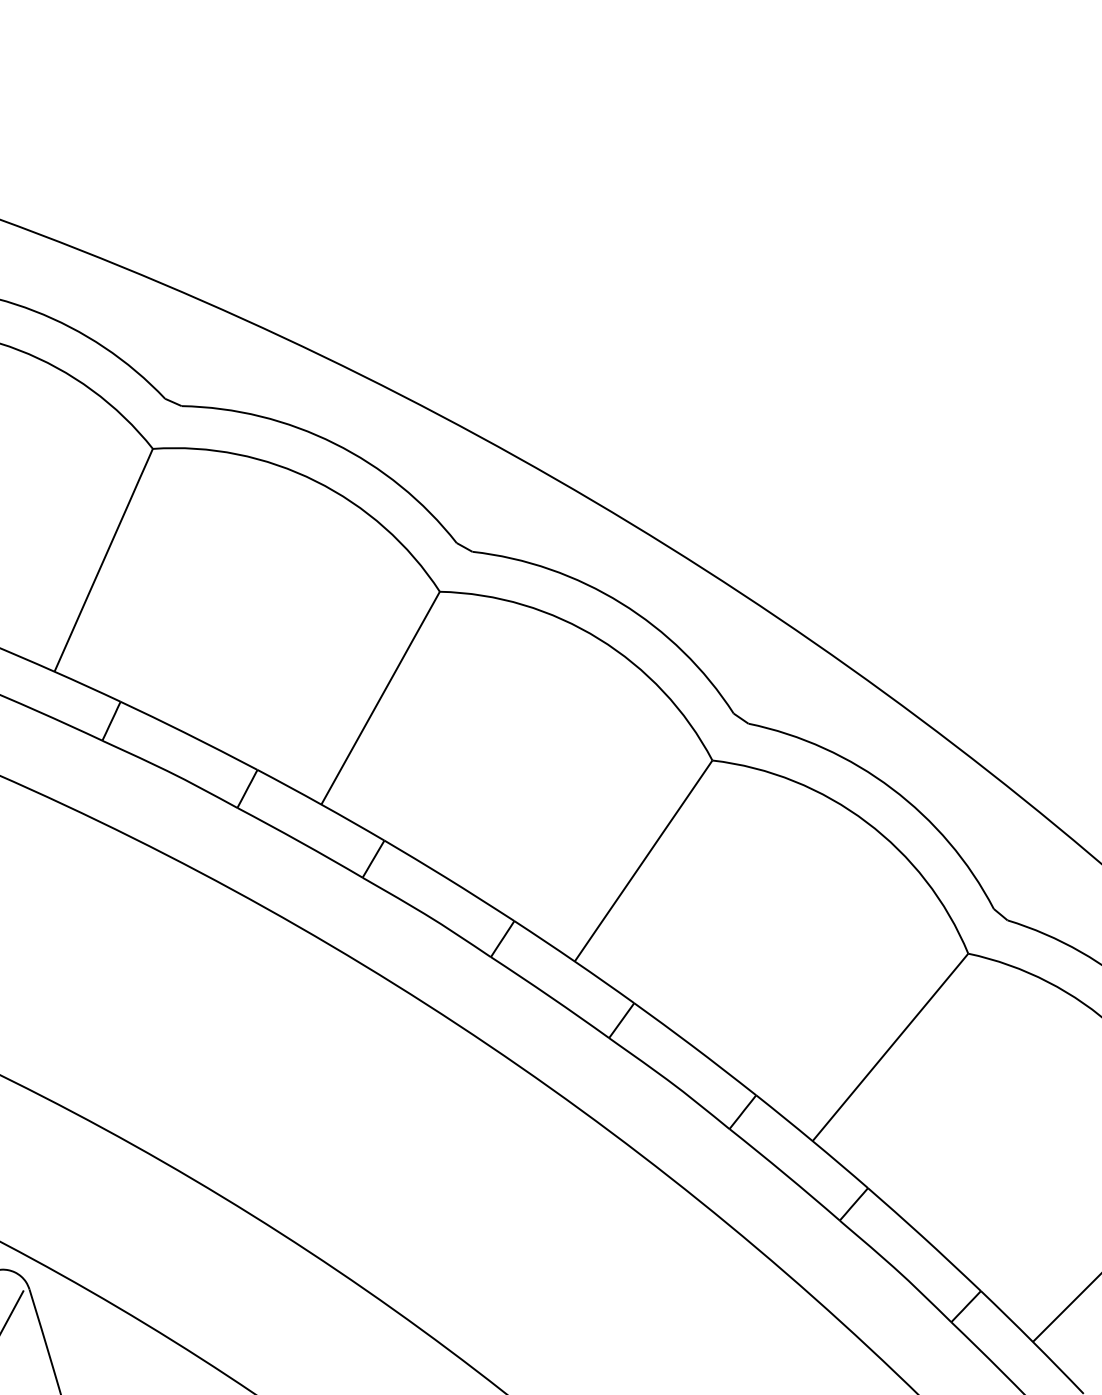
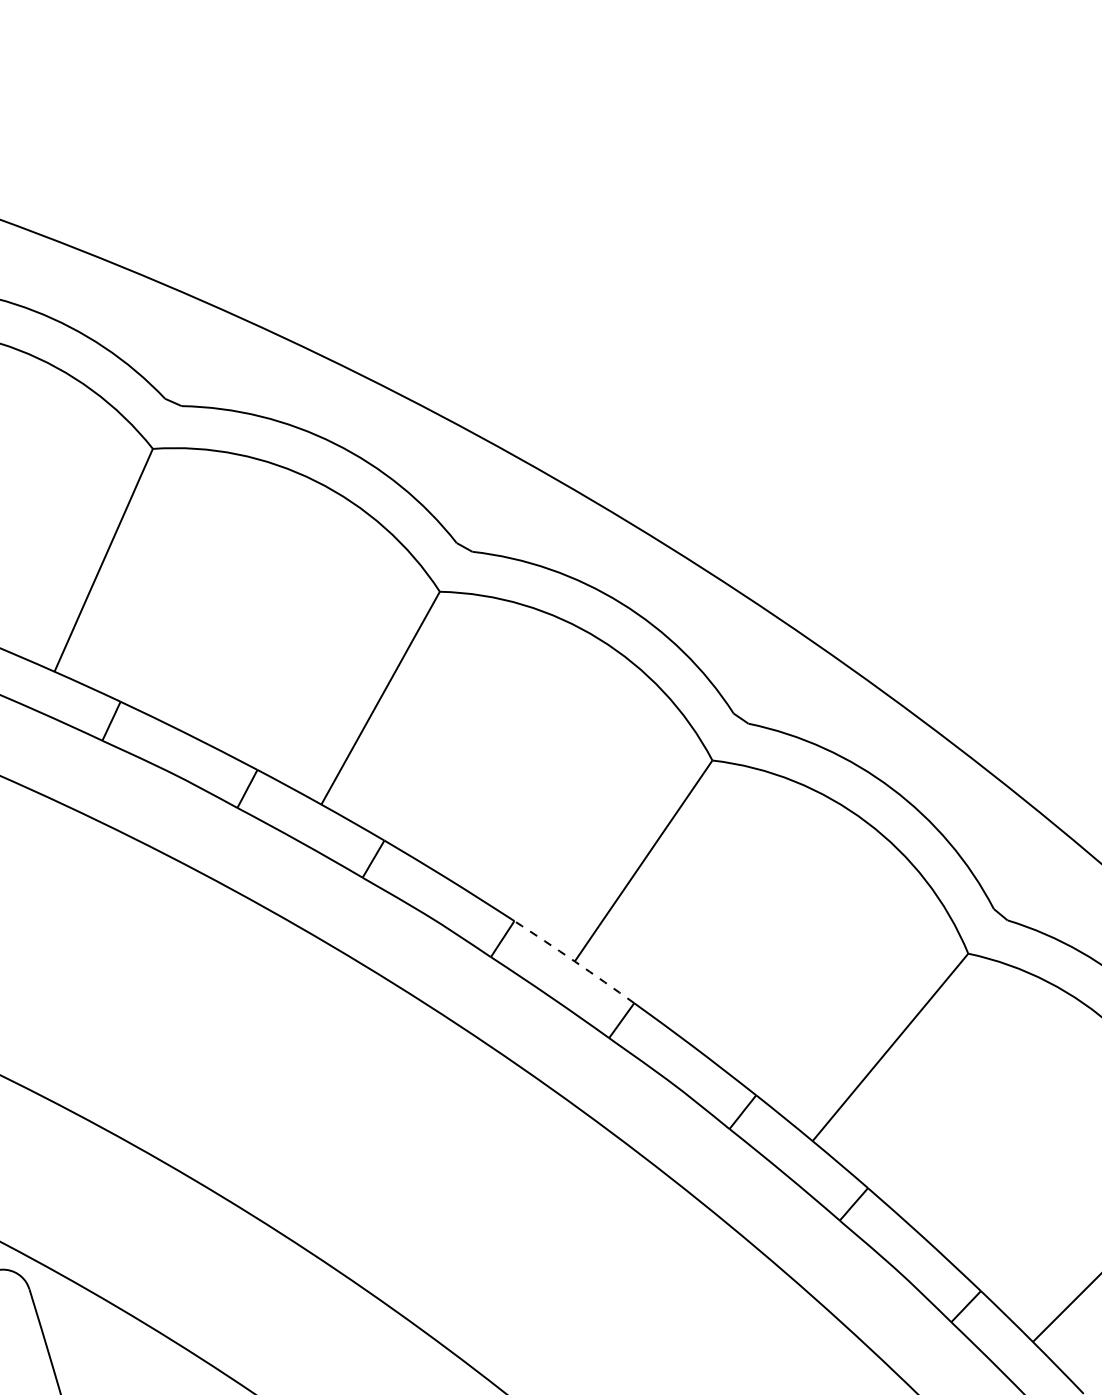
arc at (574, 961): solid -> dashed
line at (12, 1310): present -> none
